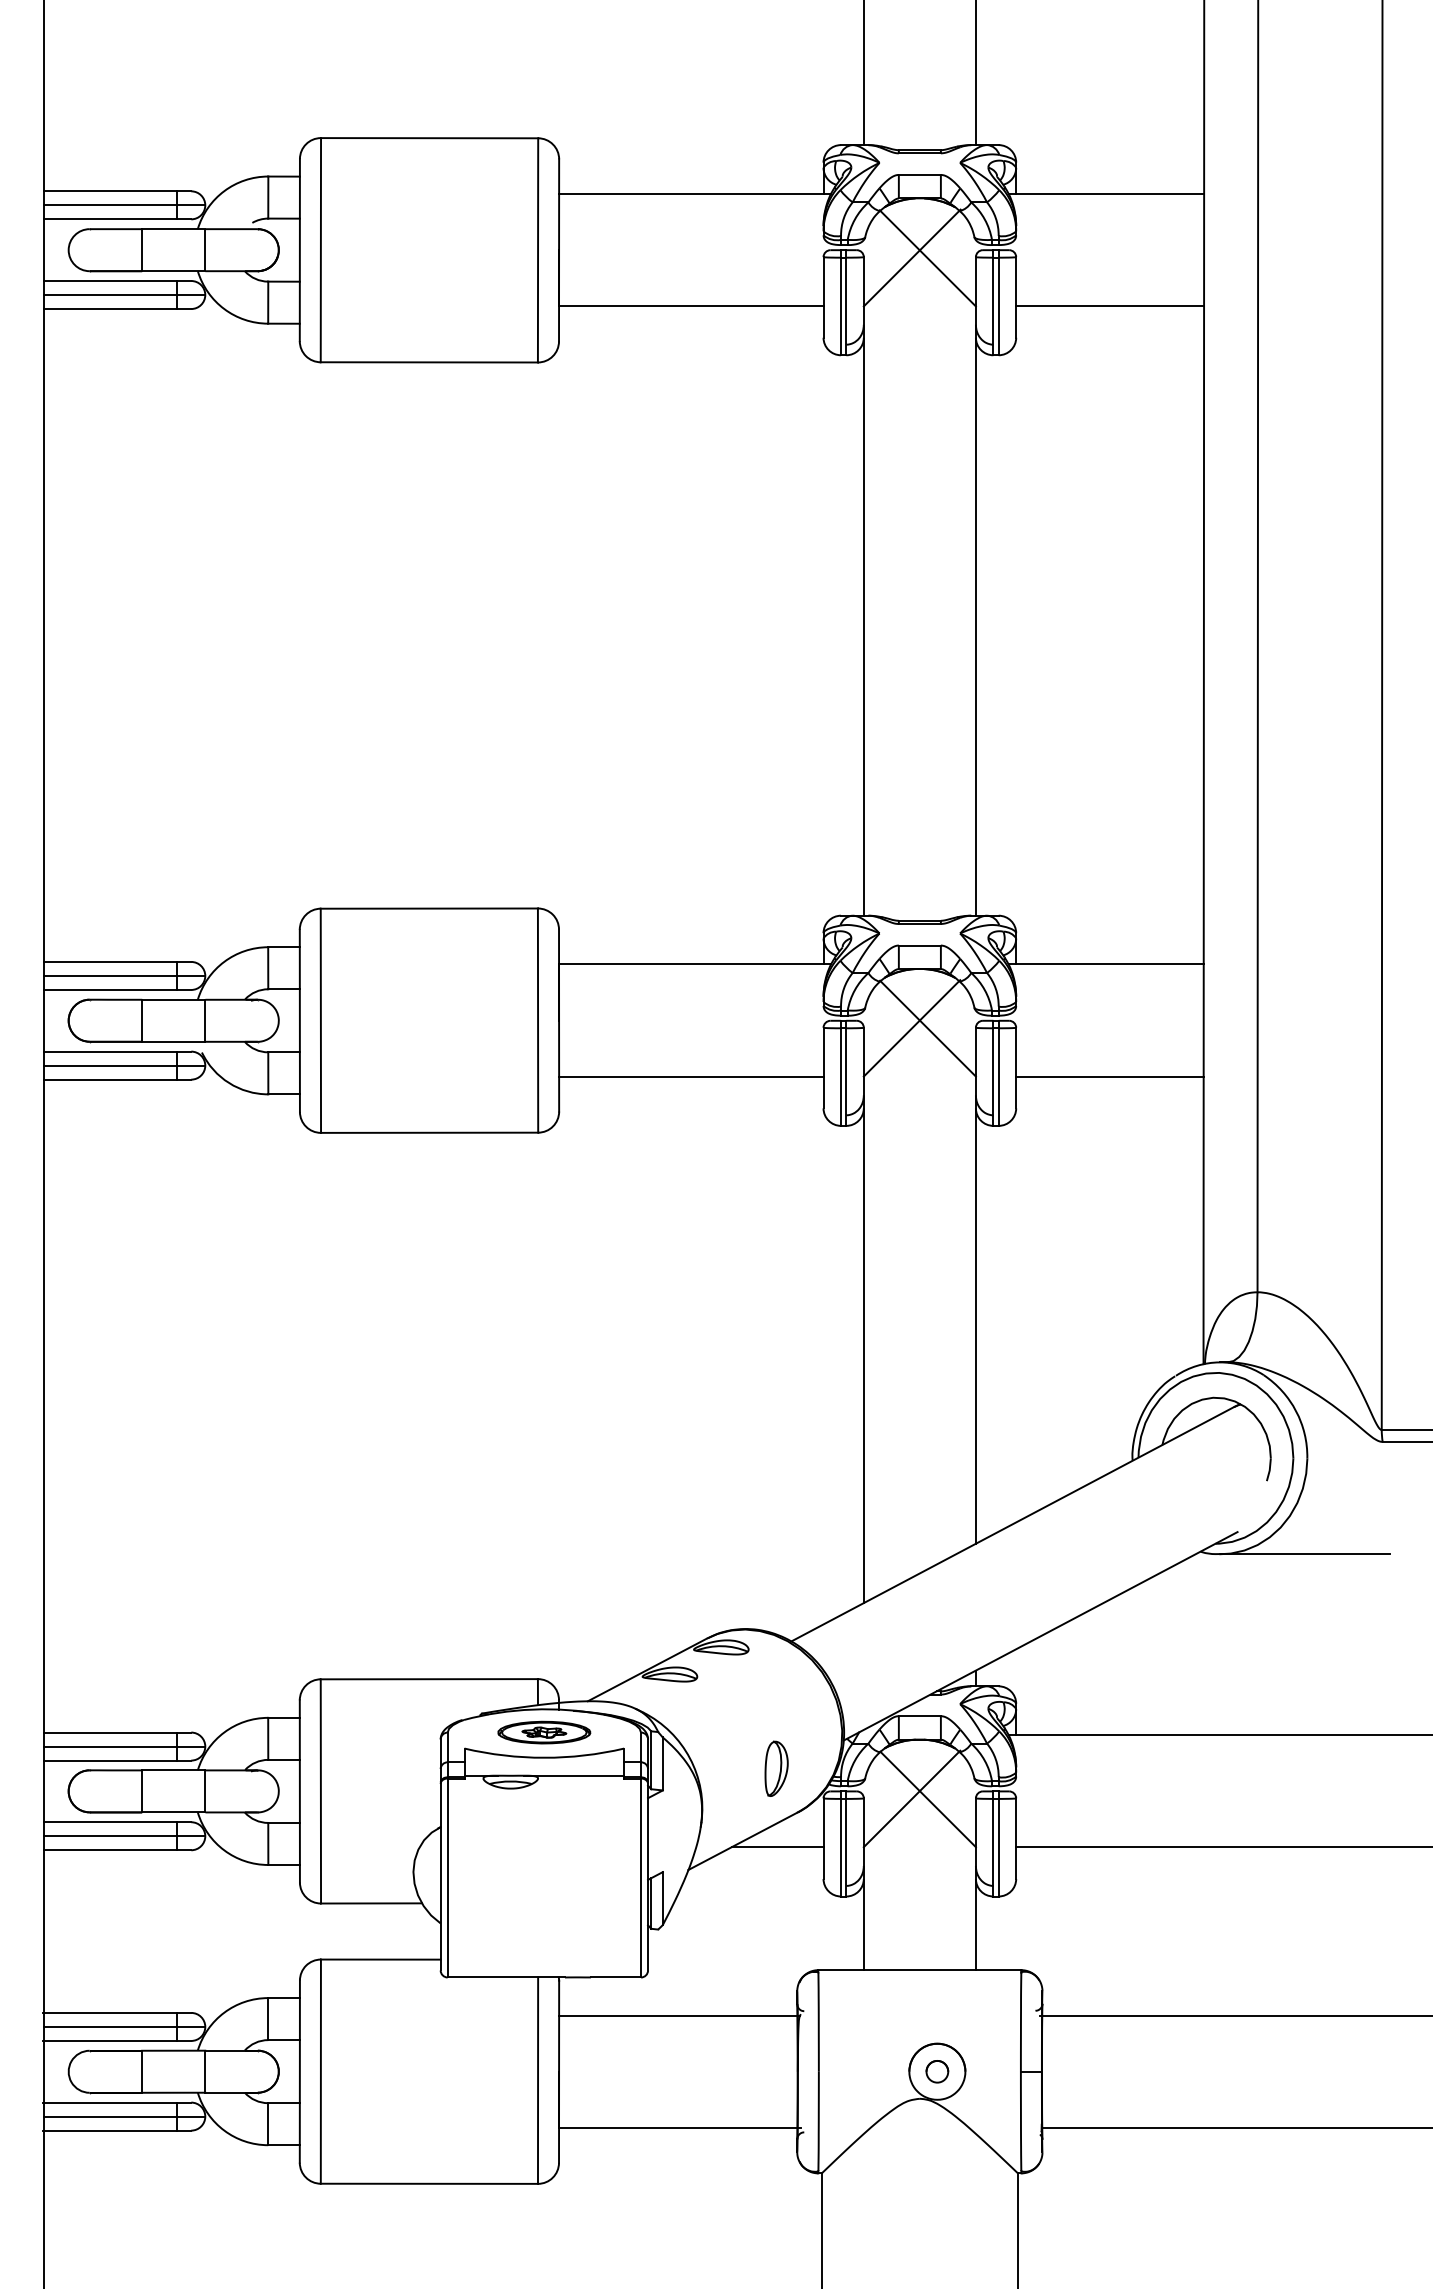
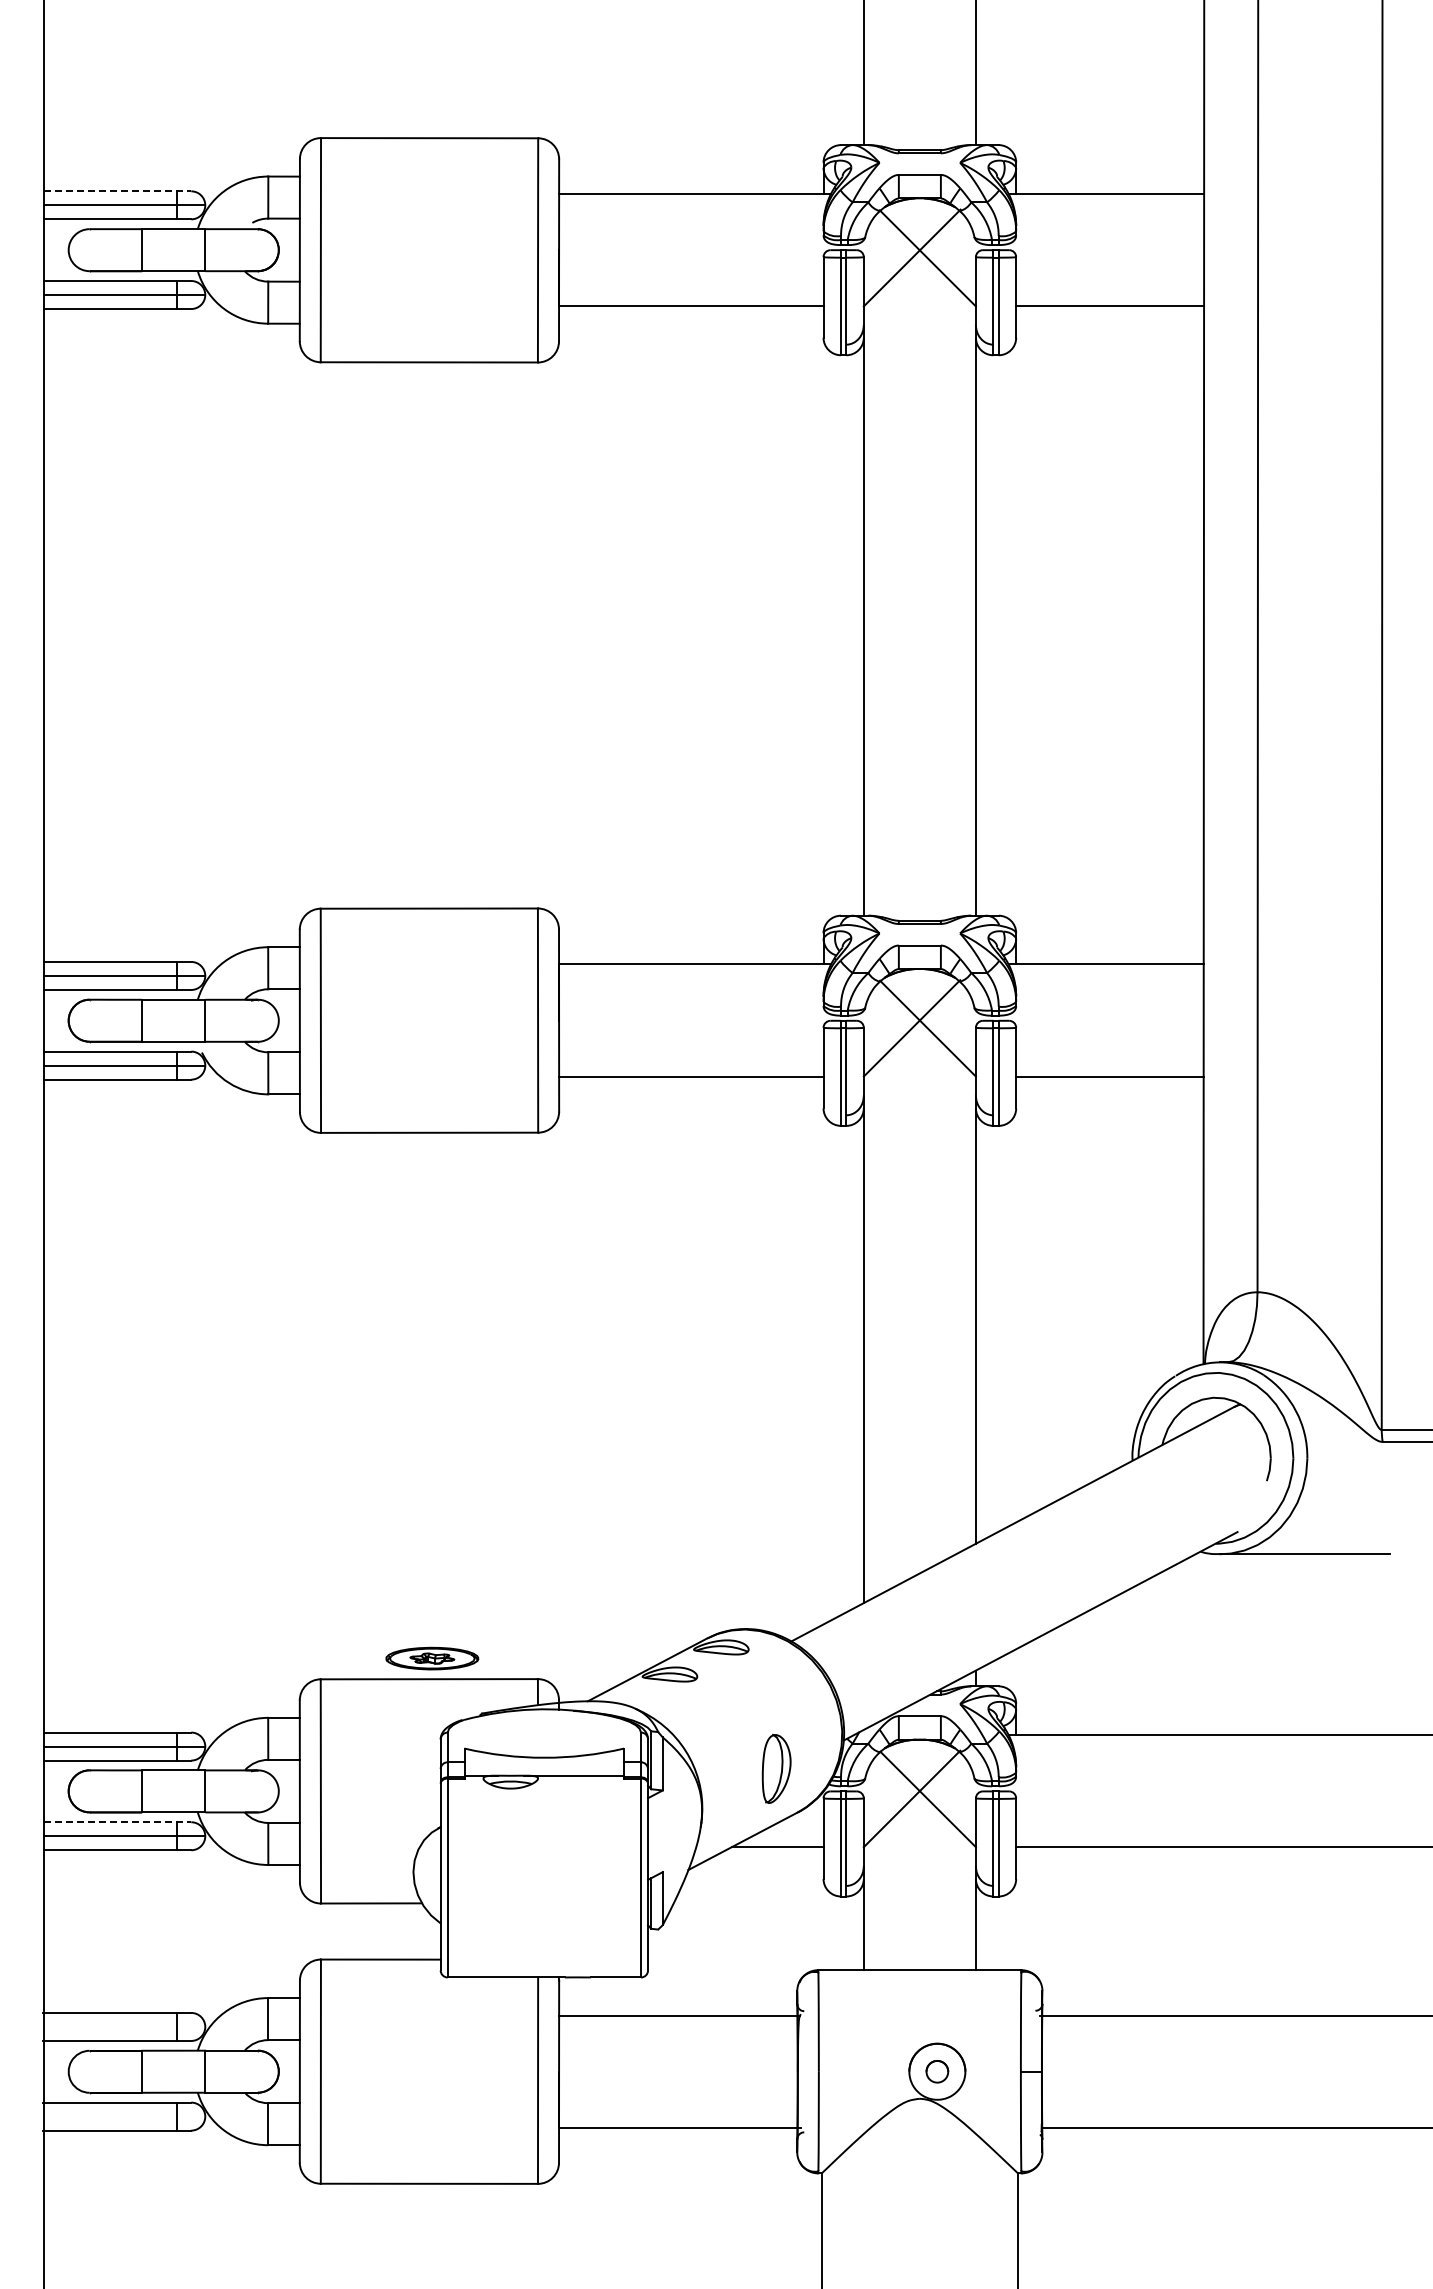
line at (117, 191): solid -> dashed
part at (544, 1732) position: (544, 1732) -> (432, 1658)
part at (776, 1768) size: 25x57 px -> 31x71 px
line at (117, 1822): solid -> dashed
line at (124, 2026): present -> none
line at (124, 2116): present -> none
